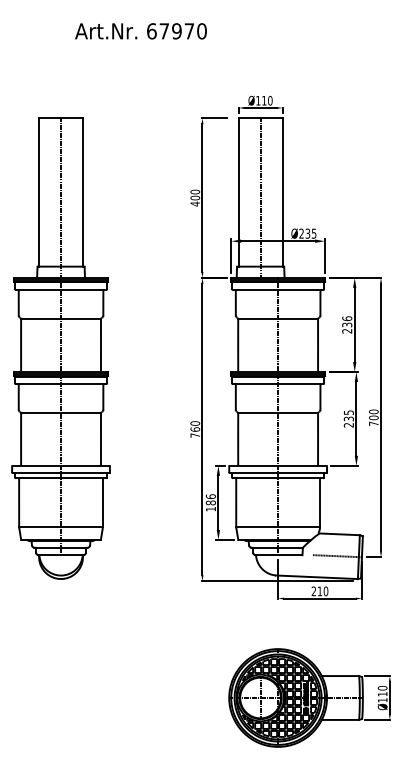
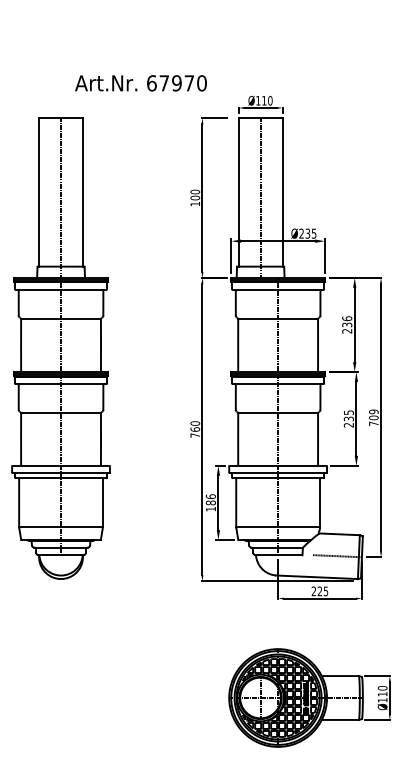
text at (140, 31) position: (140, 31) -> (140, 83)
text at (194, 203): 400 -> 100
text at (373, 411): 700 -> 709
text at (322, 591): 210 -> 225
